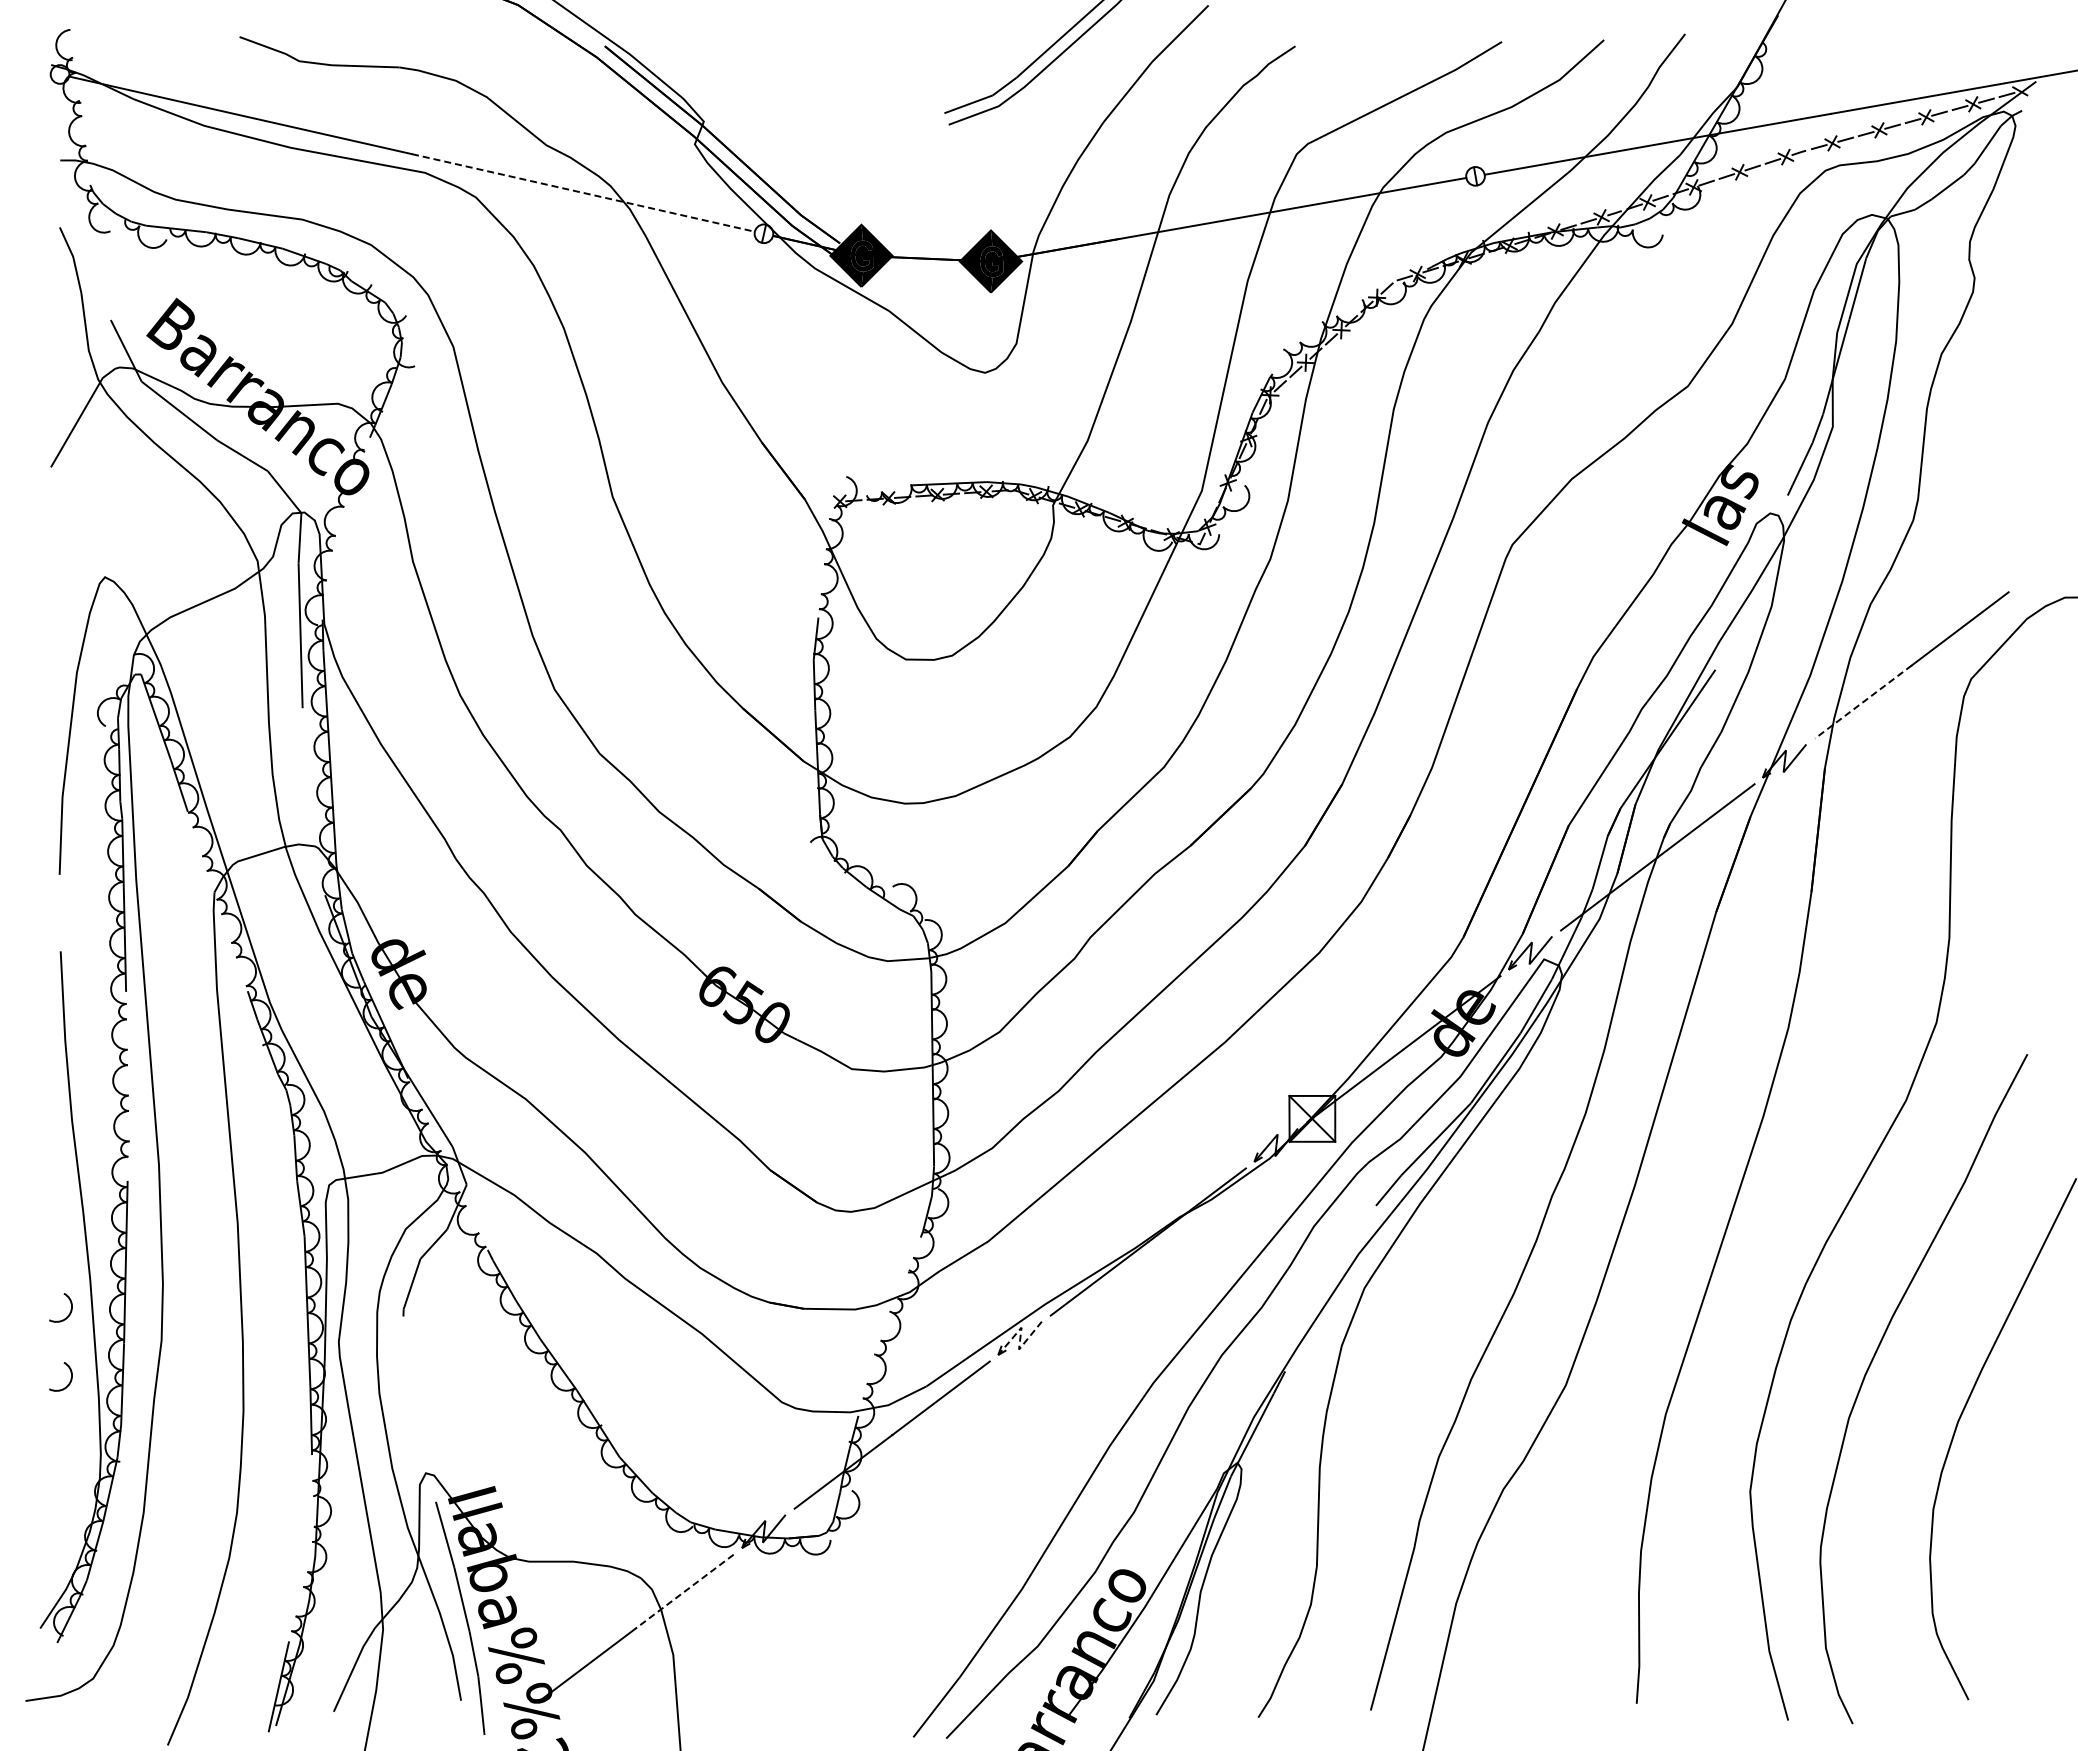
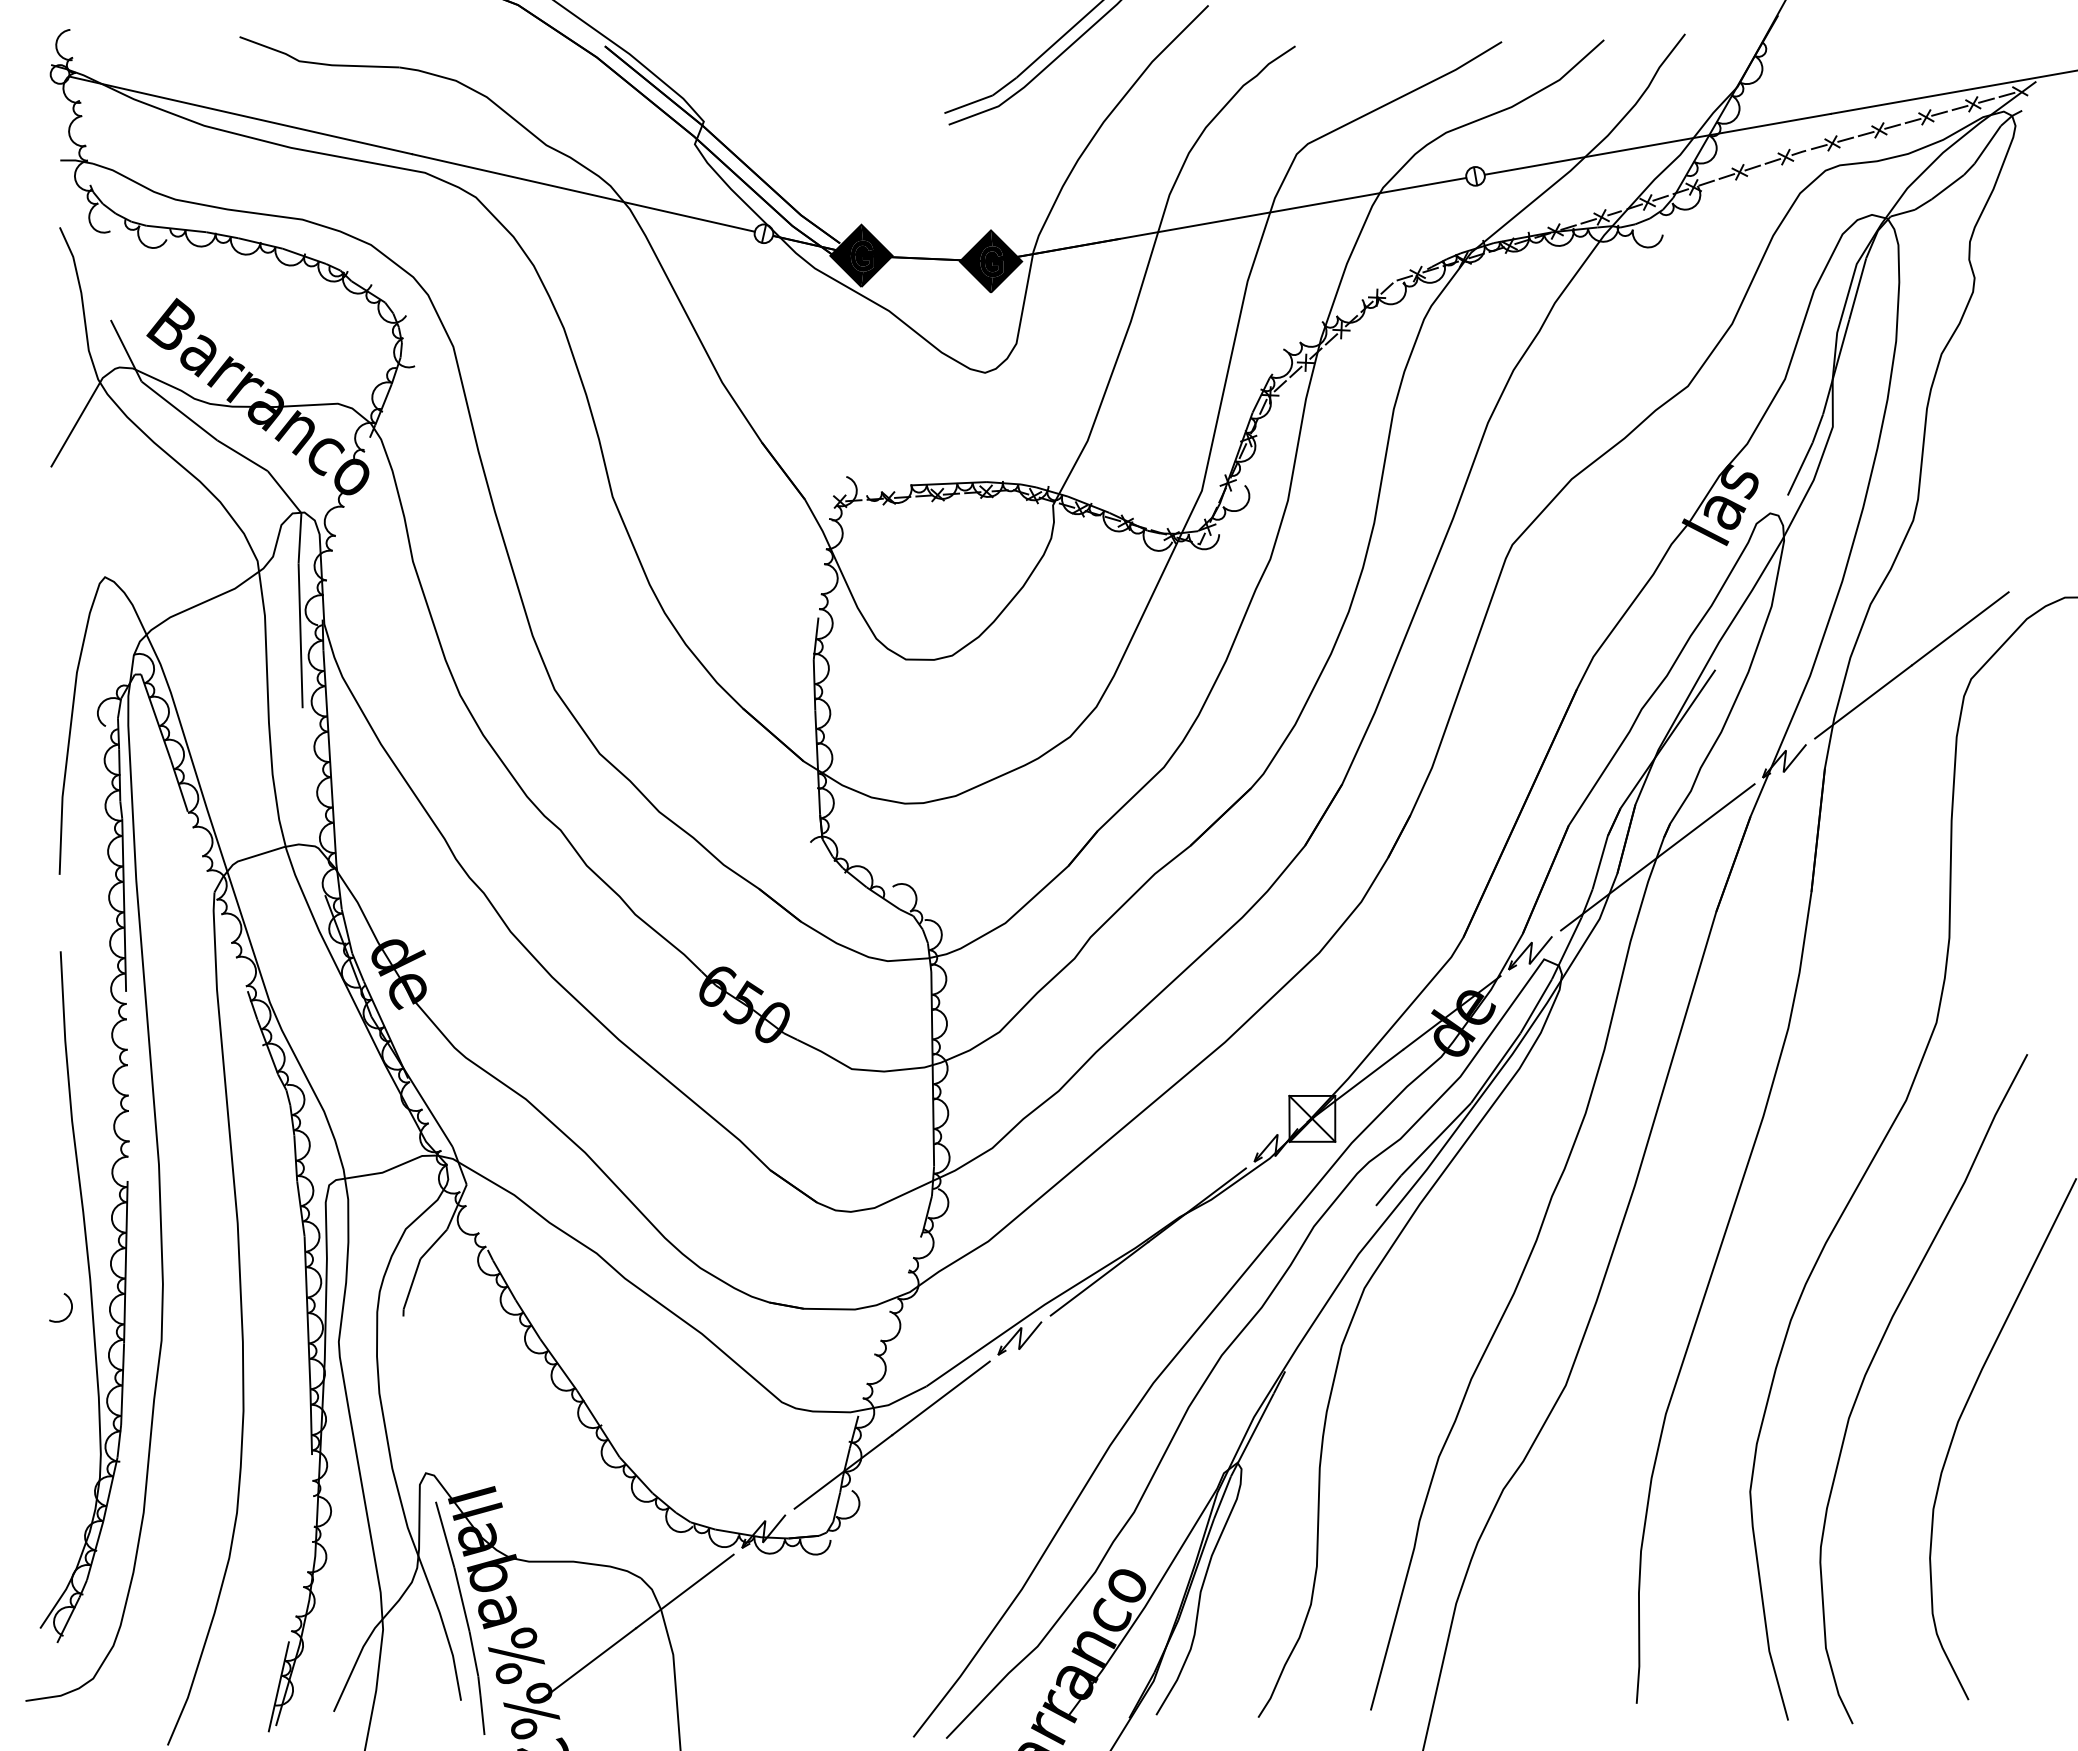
line at (583, 192): dashed -> solid
line at (1863, 701): dashed -> solid
line at (1020, 1339): dashed -> solid
arc at (70, 1378): present -> none
line at (684, 1591): dashed -> solid
